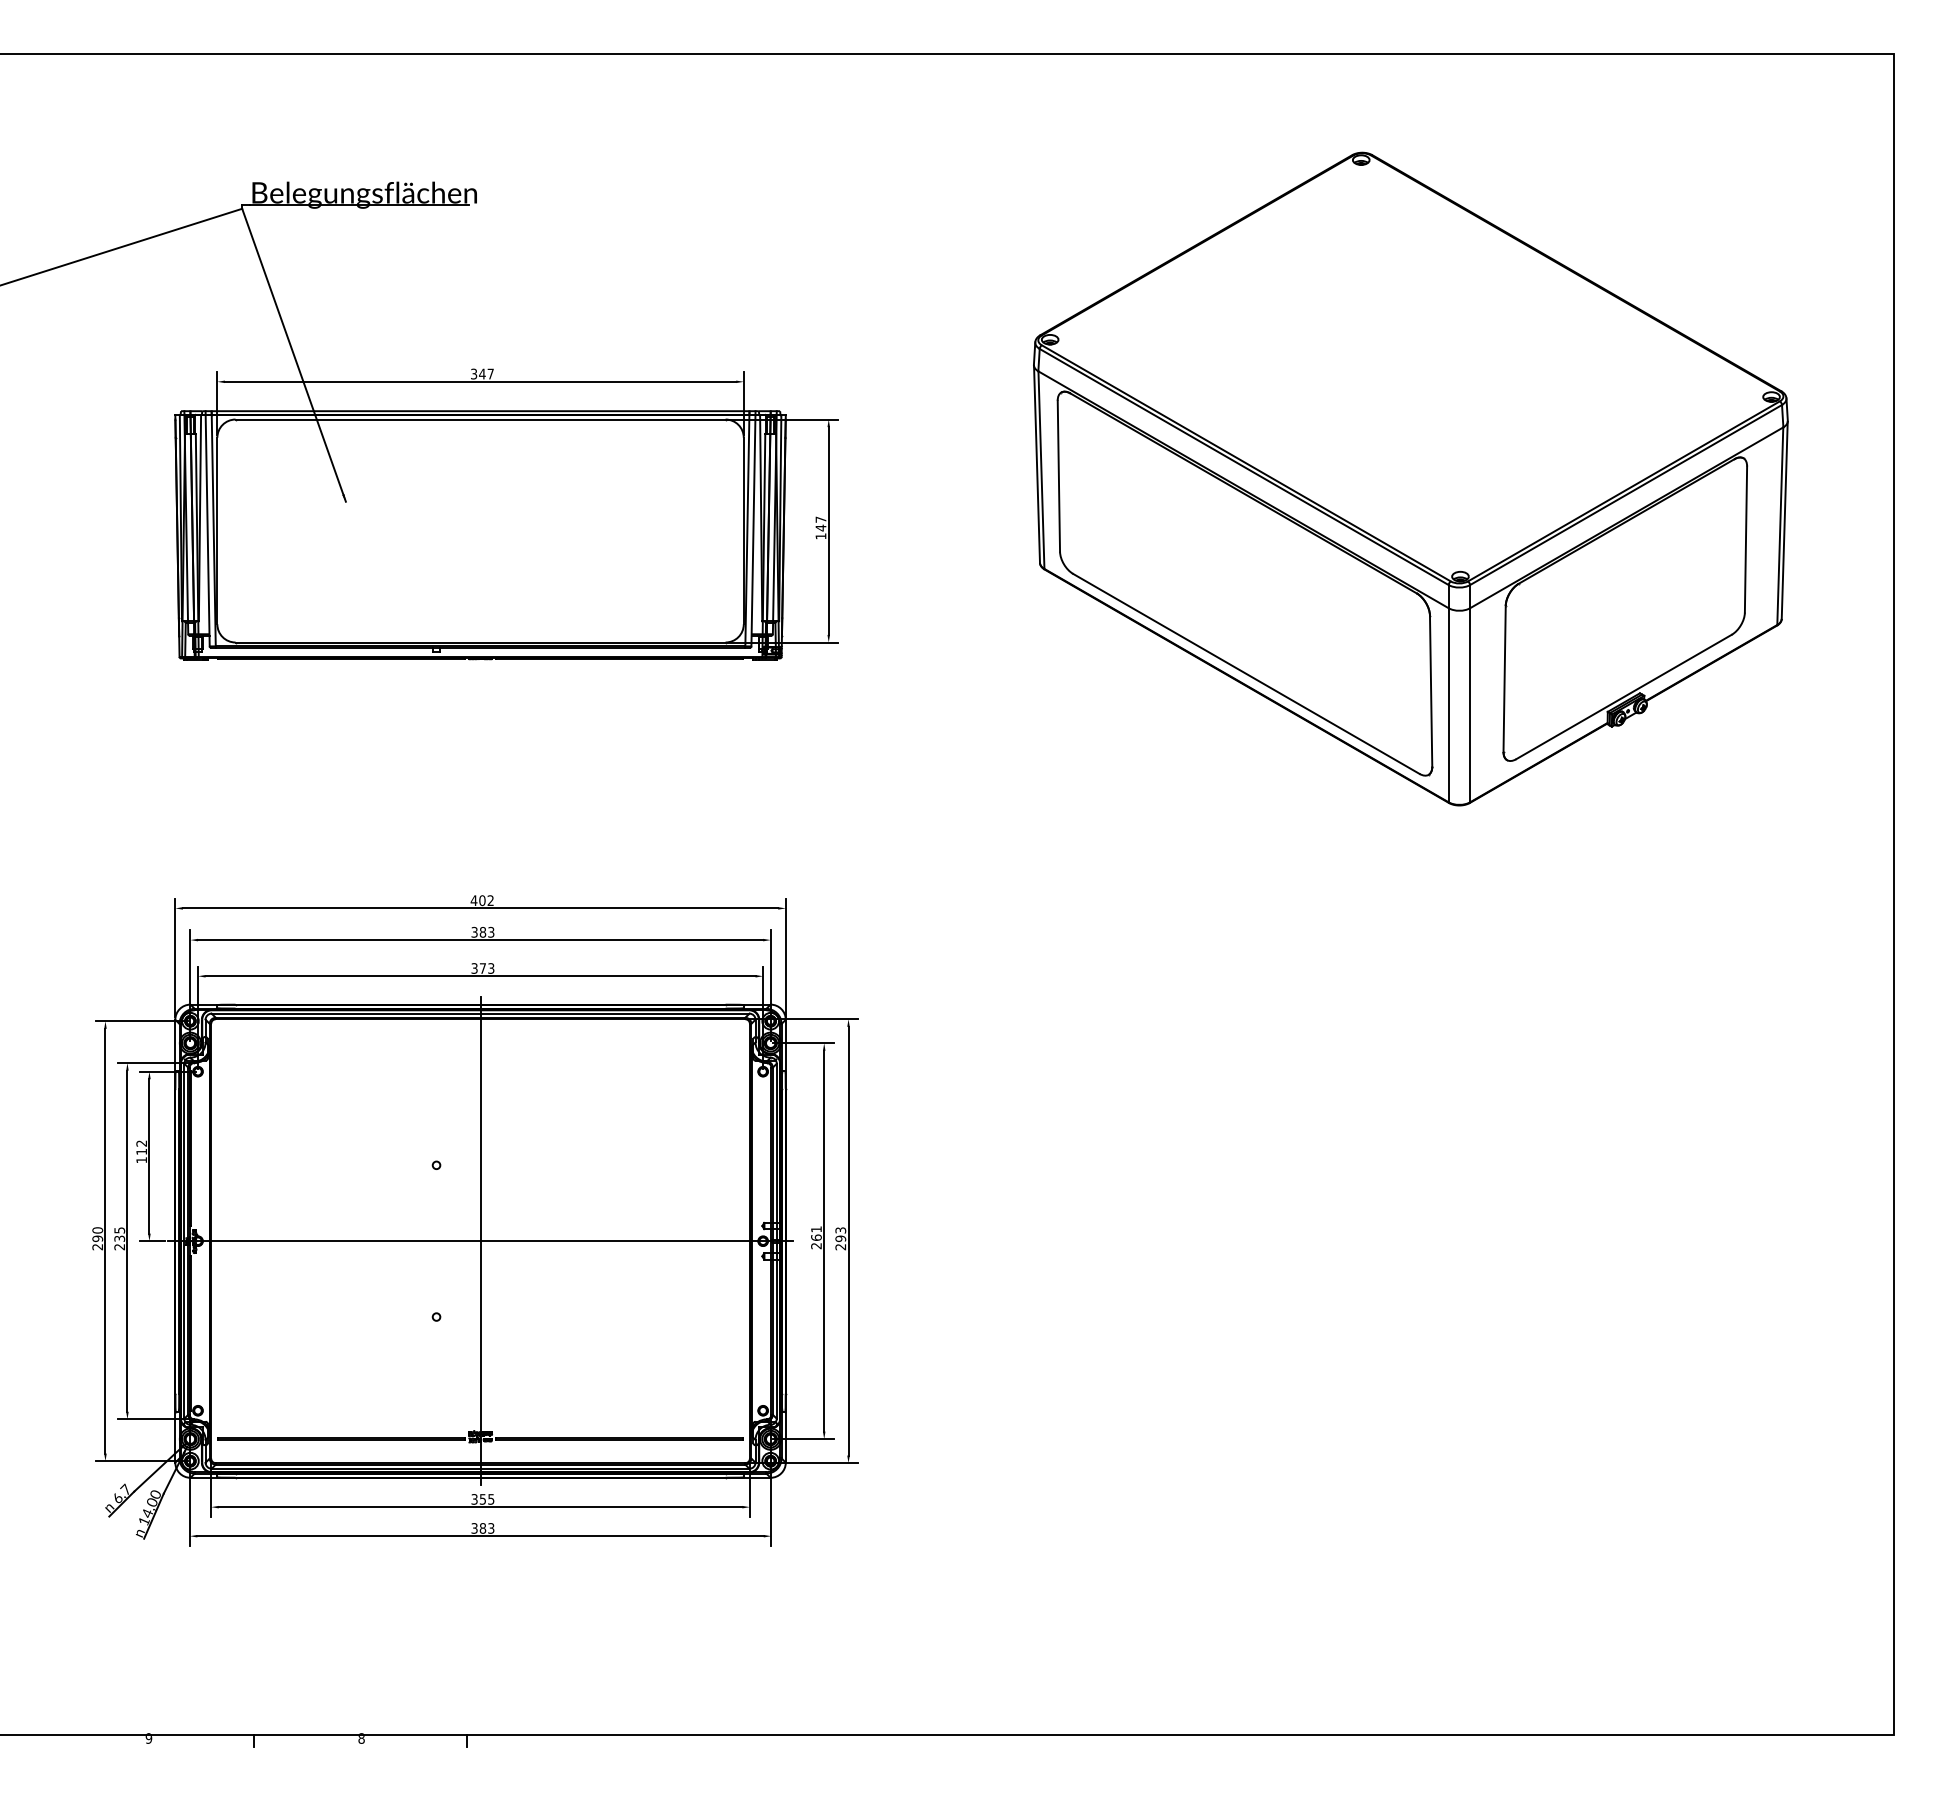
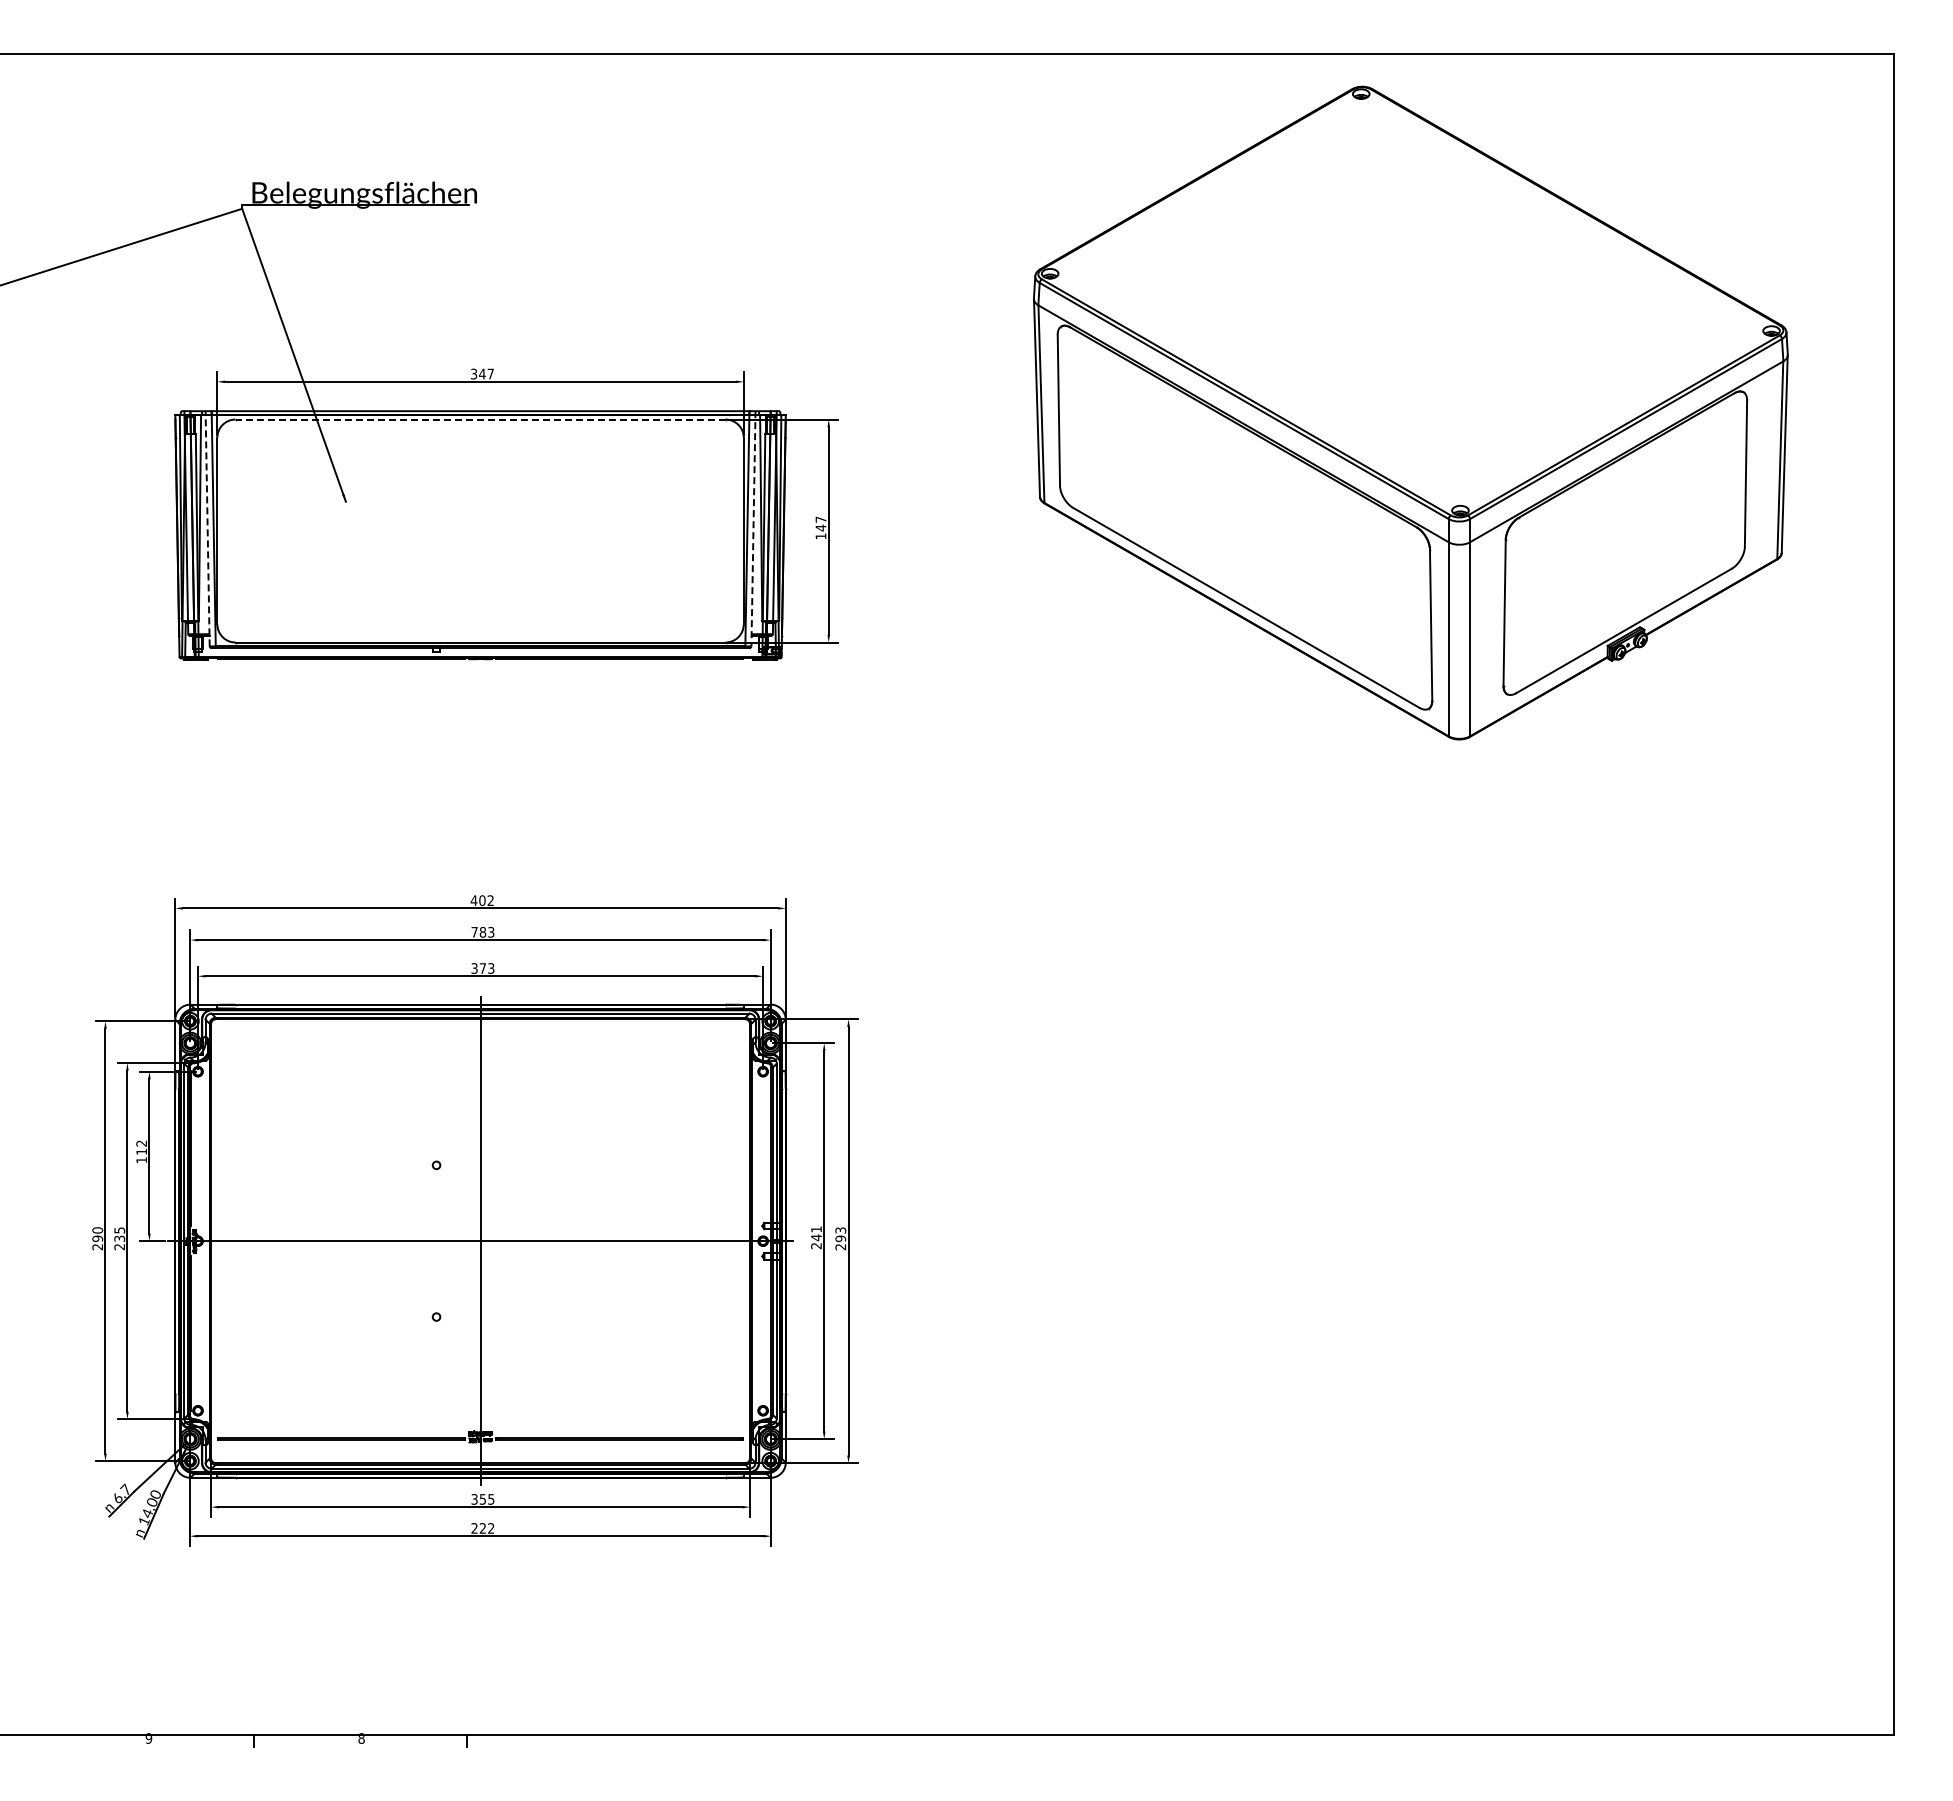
line at (480, 419): solid -> dashed
part at (1410, 478) position: (1410, 478) -> (1410, 412)
line at (207, 528): solid -> dashed
line at (753, 528): solid -> dashed
text at (474, 931): 383 -> 783
text at (816, 1237): 261 -> 241
text at (482, 1528): 383 -> 222
